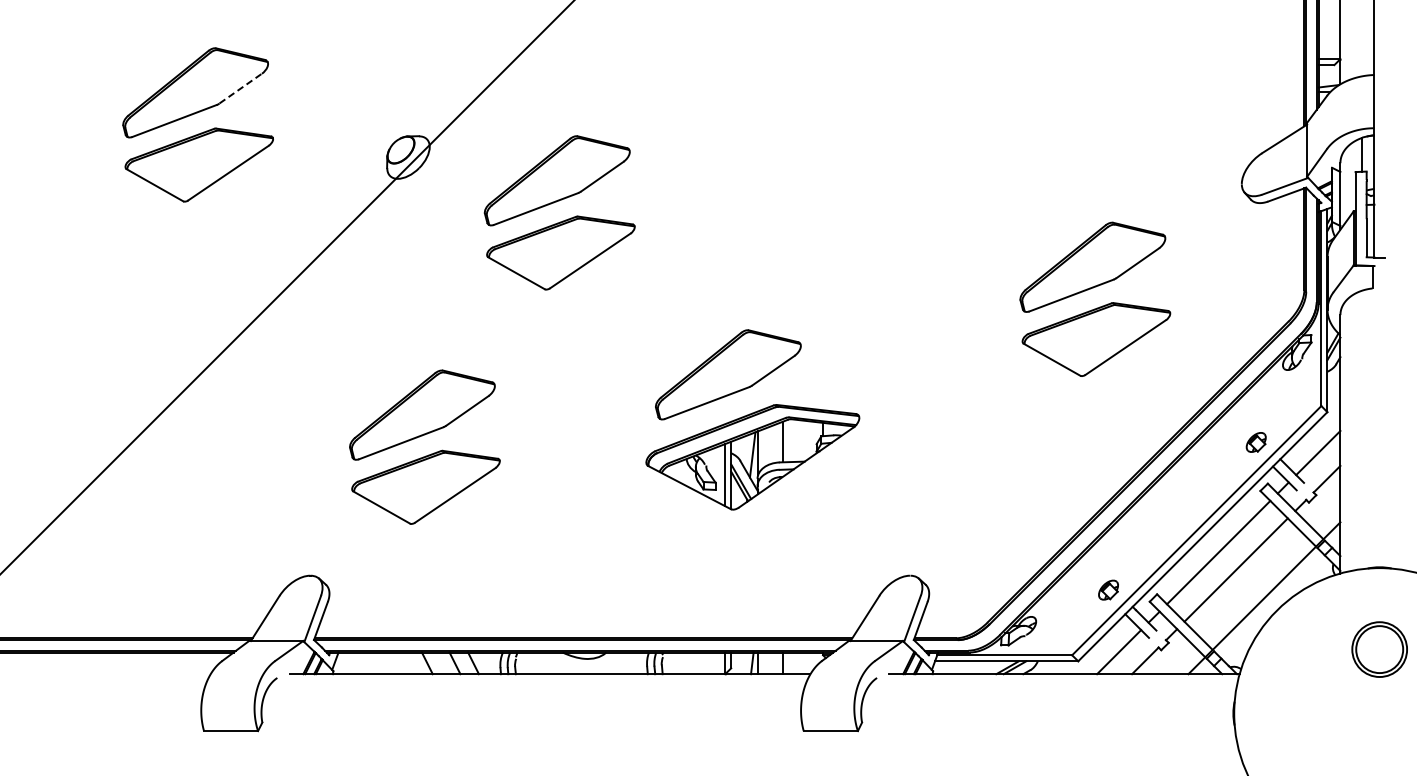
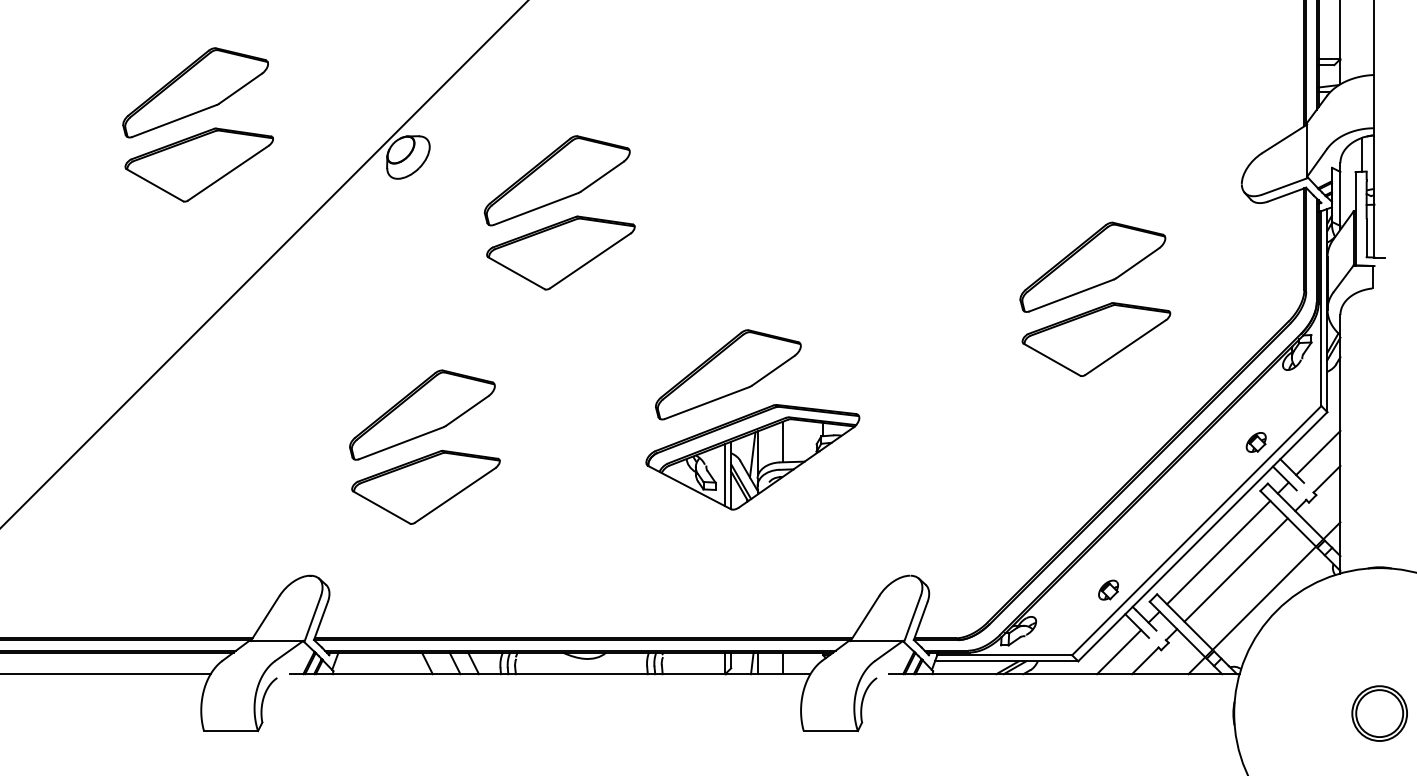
line at (240, 88): dashed -> solid
line at (287, 287) position: (287, 287) -> (264, 264)
part at (1379, 649) position: (1379, 649) -> (1379, 713)
line at (106, 674): none -> present
